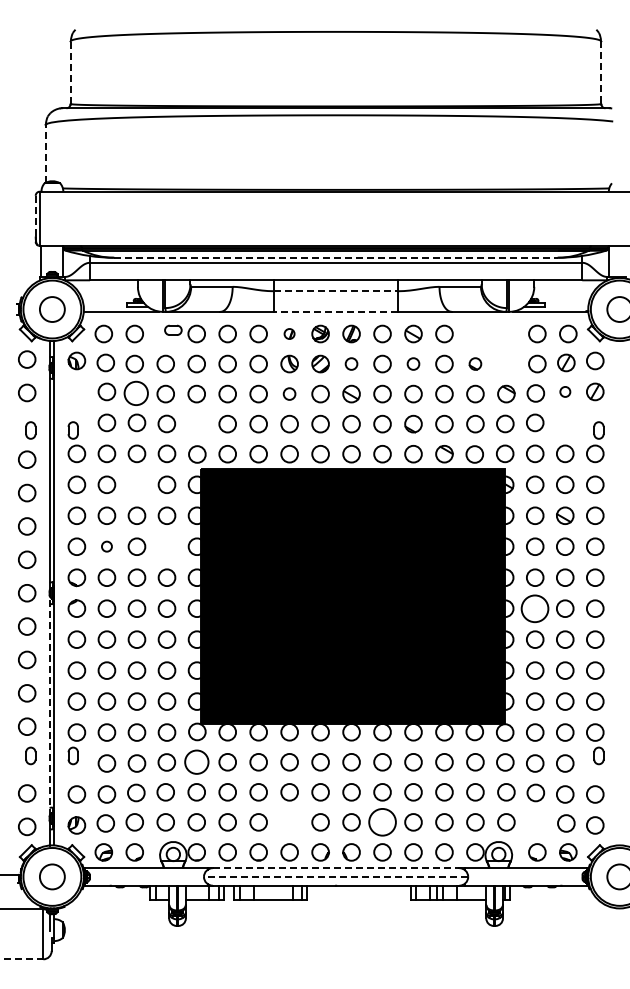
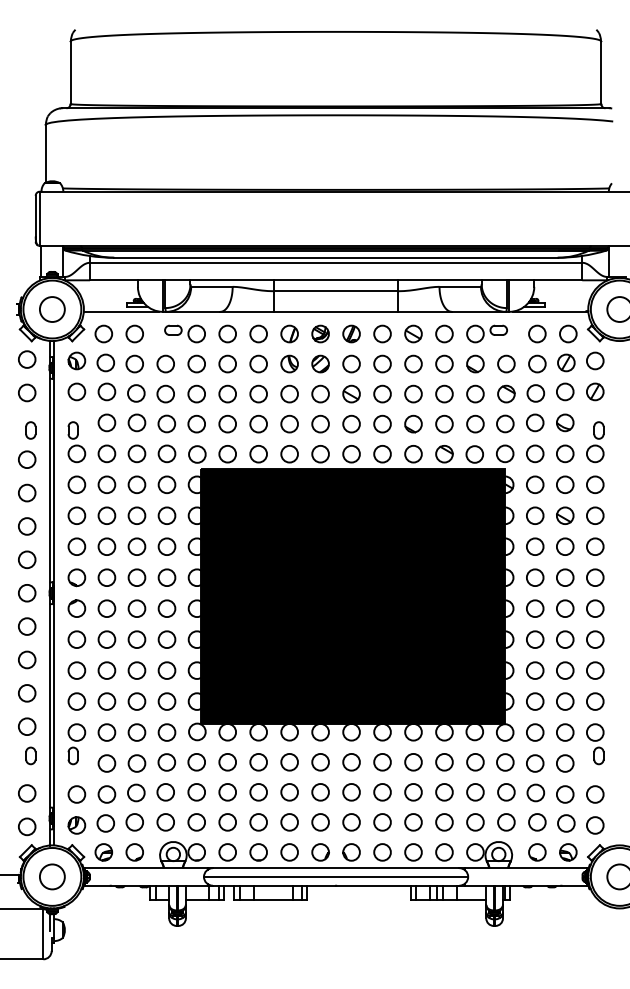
line at (70, 72): dashed -> solid
line at (601, 73): dashed -> solid
line at (45, 153): dashed -> solid
line at (35, 216): dashed -> solid
line at (336, 257): dashed -> solid
line at (336, 291): dashed -> solid
line at (335, 311): dashed -> solid
part at (289, 333) size: 13x12 px -> 19x20 px
part at (486, 333): none -> present
circle at (351, 363) size: 15x14 px -> 19x20 px
circle at (413, 363) size: 15x14 px -> 19x20 px
part at (475, 363) size: 15x14 px -> 19x20 px
circle at (506, 363): none -> present
circle at (76, 391): none -> present
circle at (565, 391) size: 13x12 px -> 19x20 px
circle at (135, 392) size: 26x26 px -> 19x19 px
circle at (289, 393) size: 15x14 px -> 19x20 px
part at (565, 422): none -> present
circle at (196, 423): none -> present
circle at (136, 484): none -> present
circle at (106, 546) size: 12x13 px -> 20x19 px
circle at (166, 546): none -> present
circle at (534, 608) size: 30x30 px -> 19x19 px
line at (49, 705): dashed -> solid
circle at (196, 761) size: 26x26 px -> 19x19 px
circle at (289, 822): none -> present
circle at (382, 822) size: 29x29 px -> 19x19 px
circle at (537, 822): none -> present
line at (336, 868): dashed -> solid
line at (335, 876): dashed -> solid
line at (22, 959): dashed -> solid
